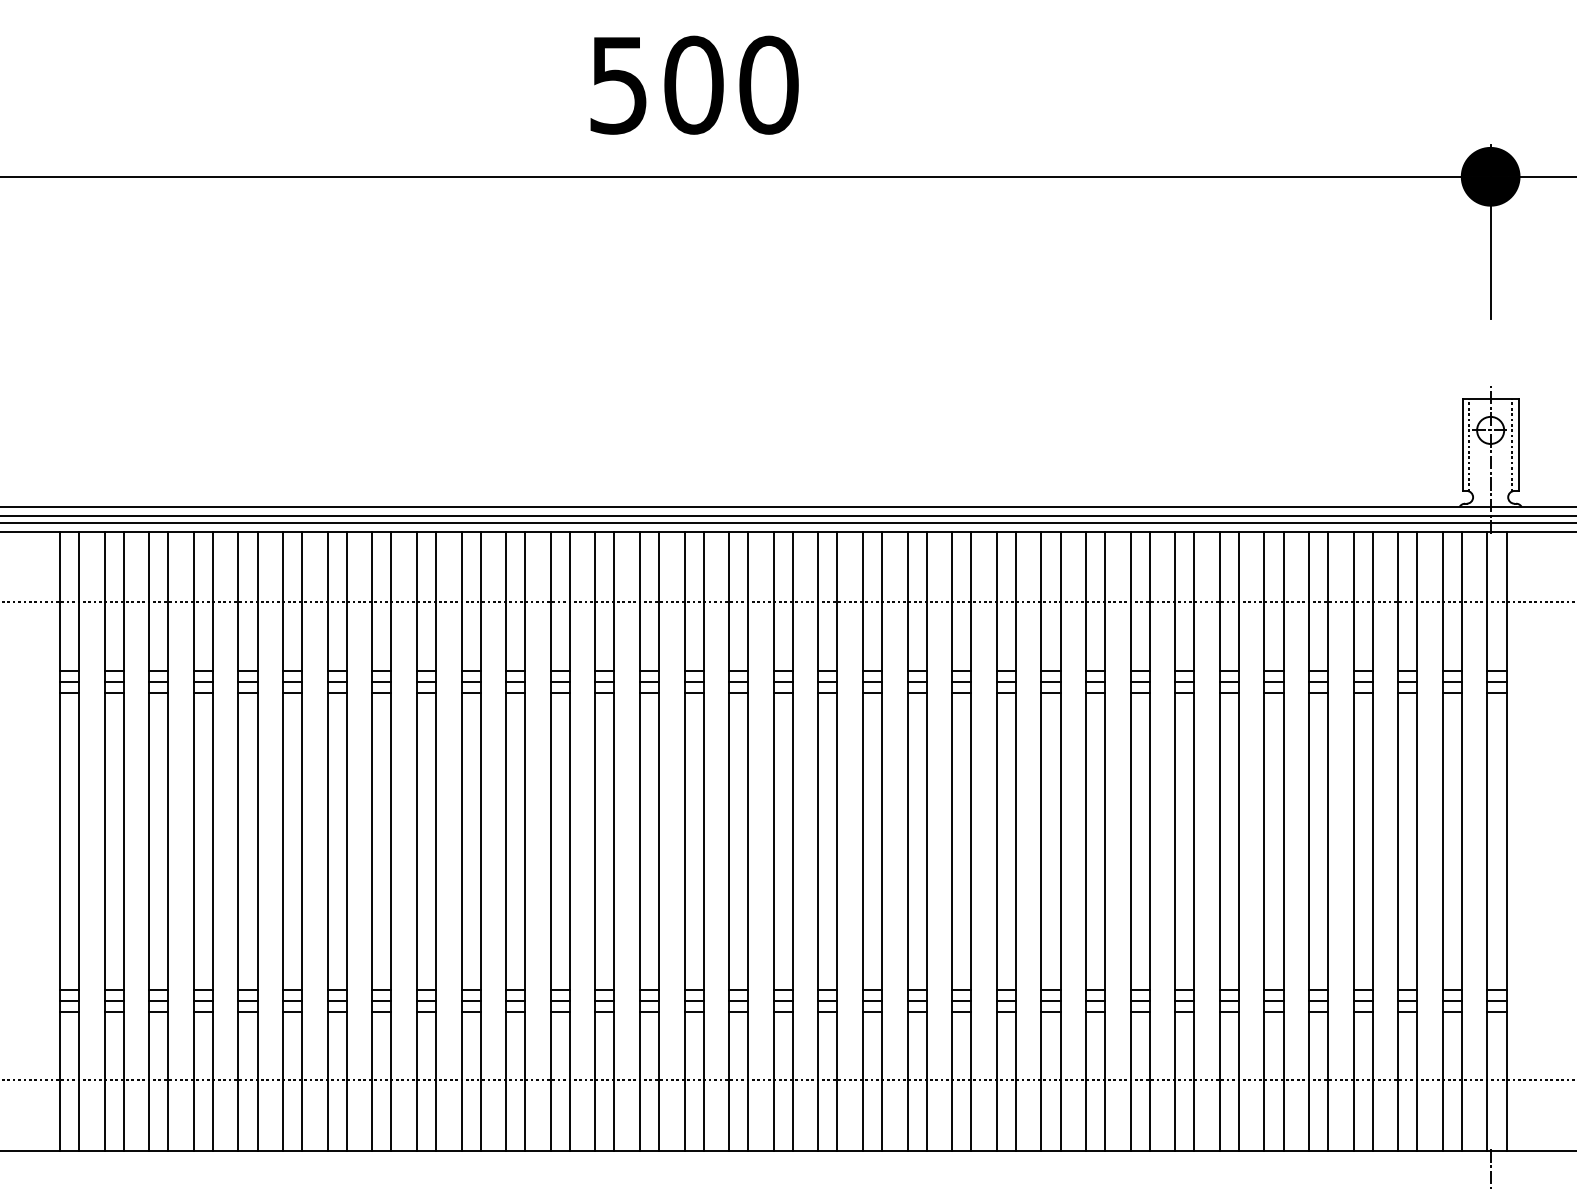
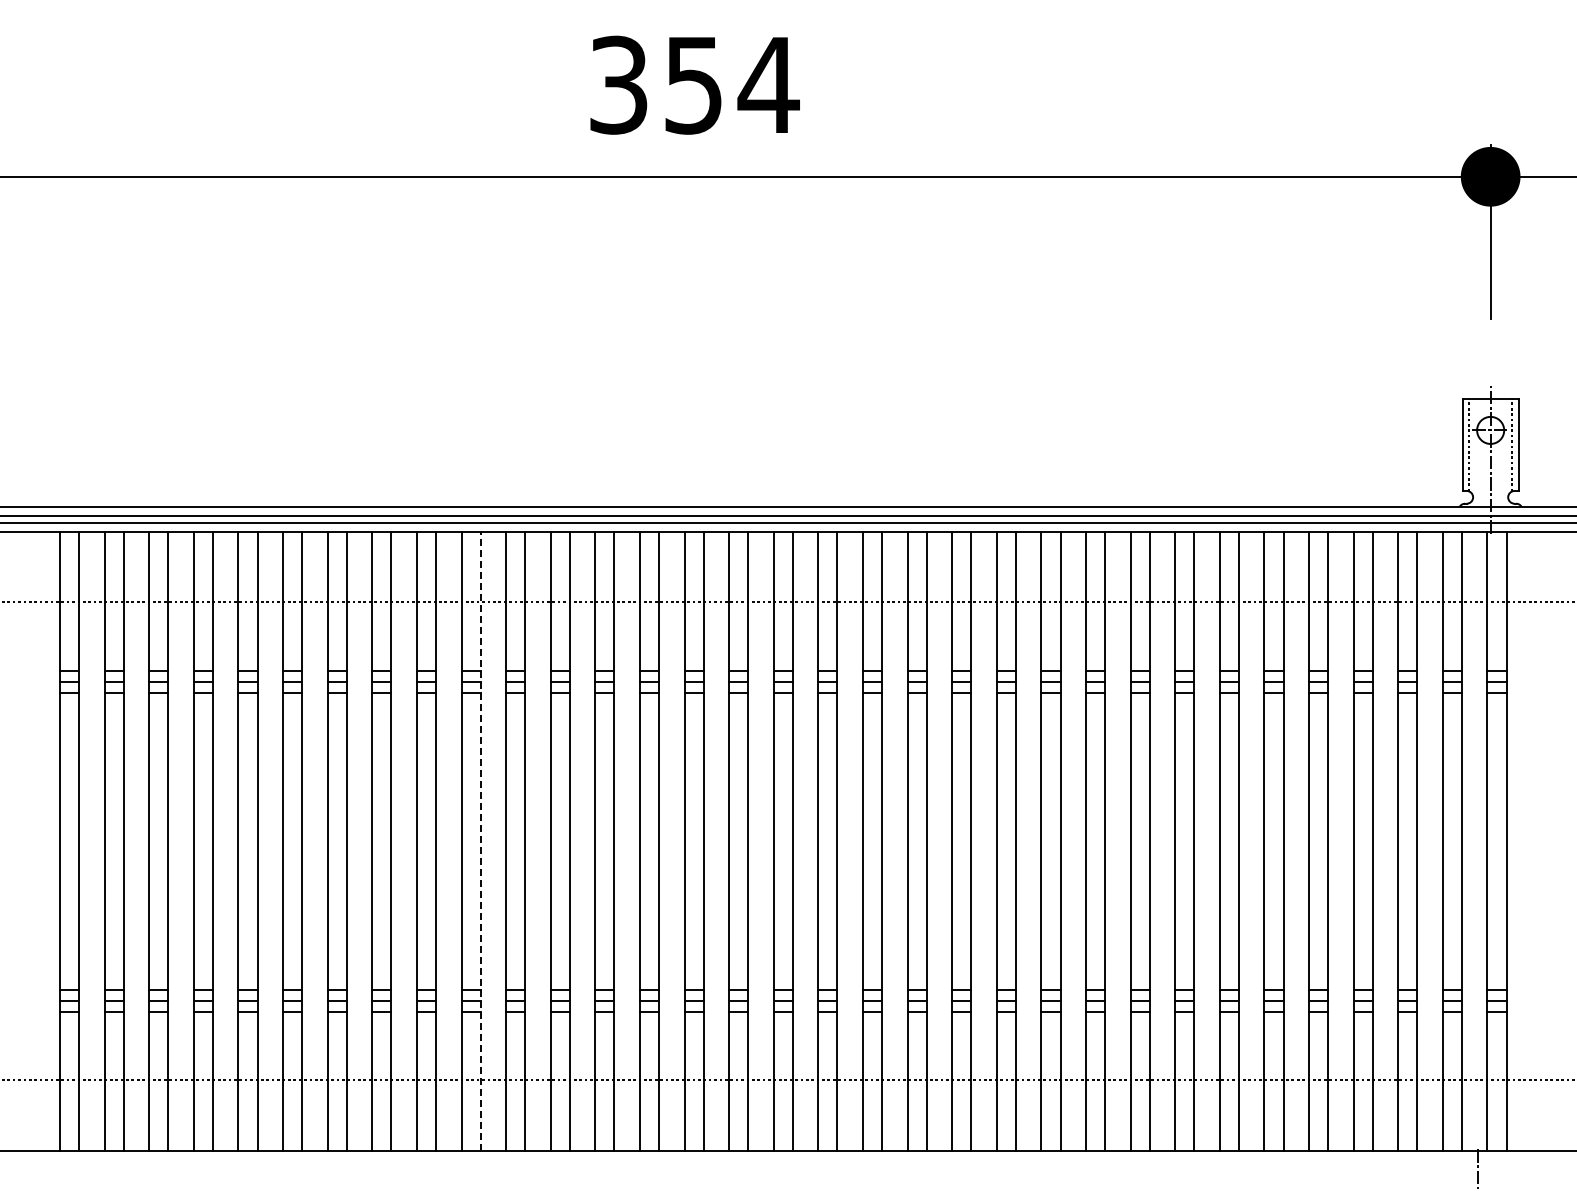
text at (694, 84): 500 -> 354
line at (480, 840): solid -> dashed
line at (1490, 1168) position: (1490, 1168) -> (1477, 1168)
